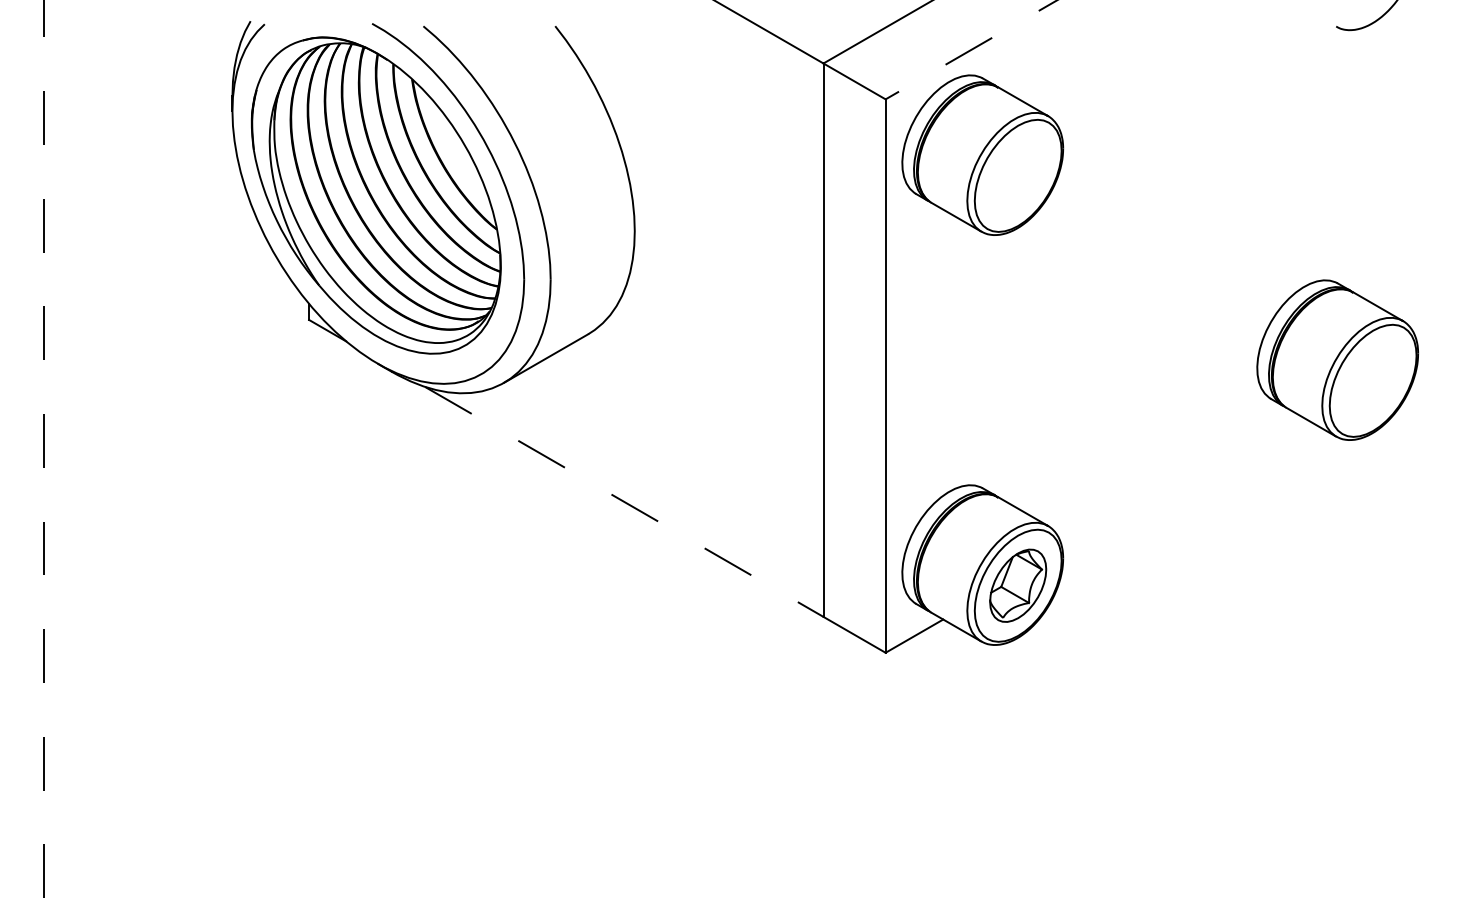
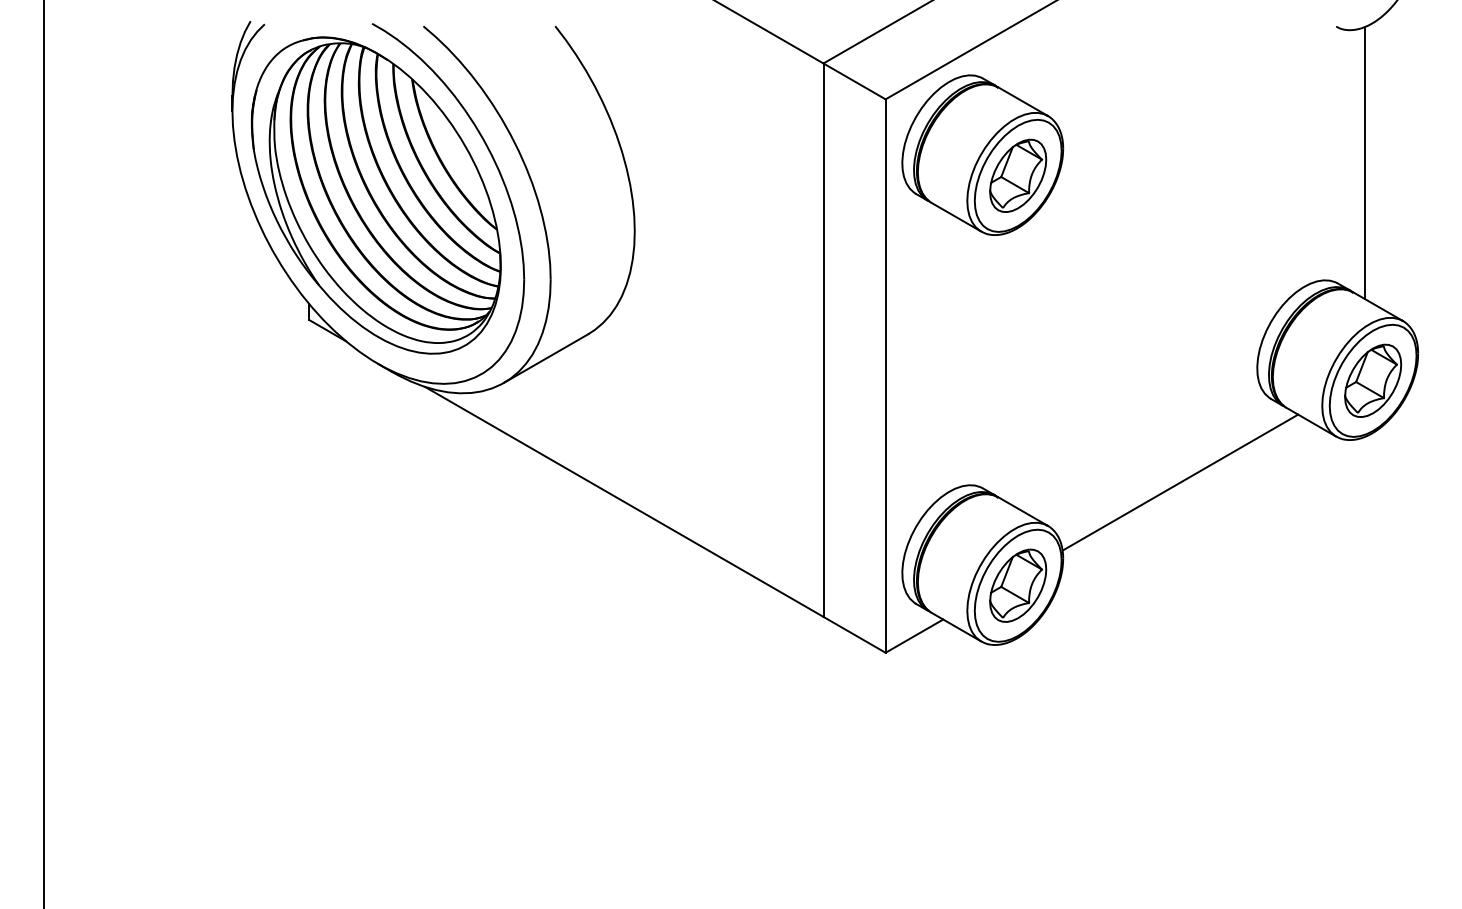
line at (971, 49): dashed -> solid
line at (1364, 163): none -> present
part at (1018, 175): none -> present
part at (1373, 380): none -> present
line at (43, 454): dashed -> solid
line at (1180, 482): none -> present
line at (624, 501): dashed -> solid
